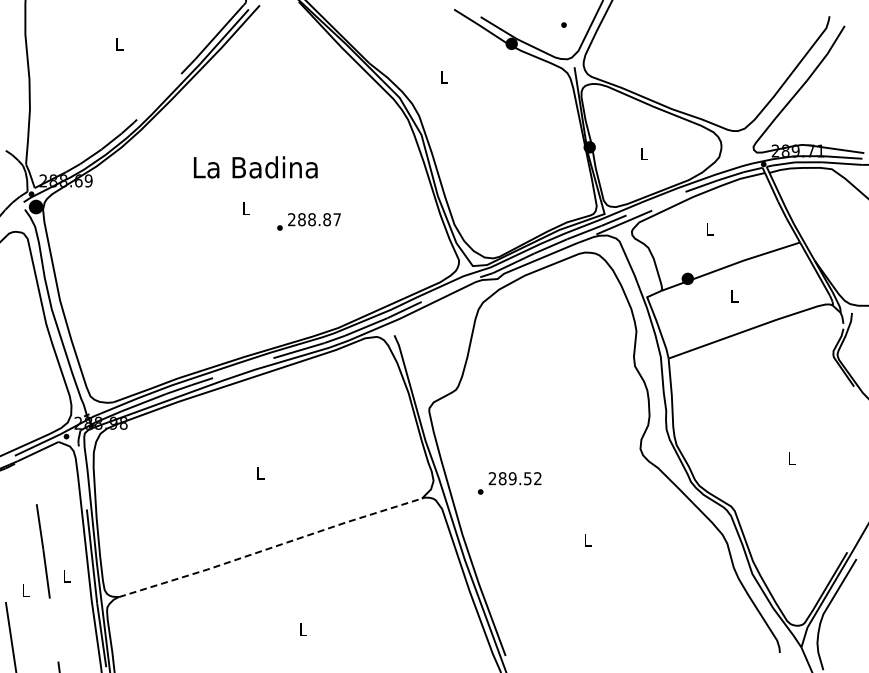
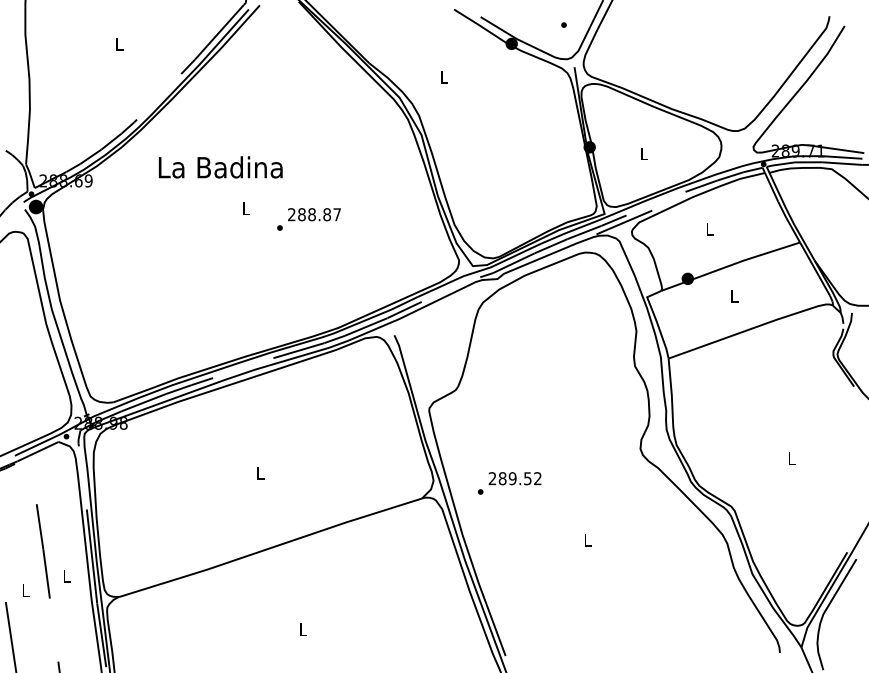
text at (255, 167) position: (255, 167) -> (220, 167)
text at (314, 219) position: (314, 219) -> (314, 214)
line at (271, 547): dashed -> solid
